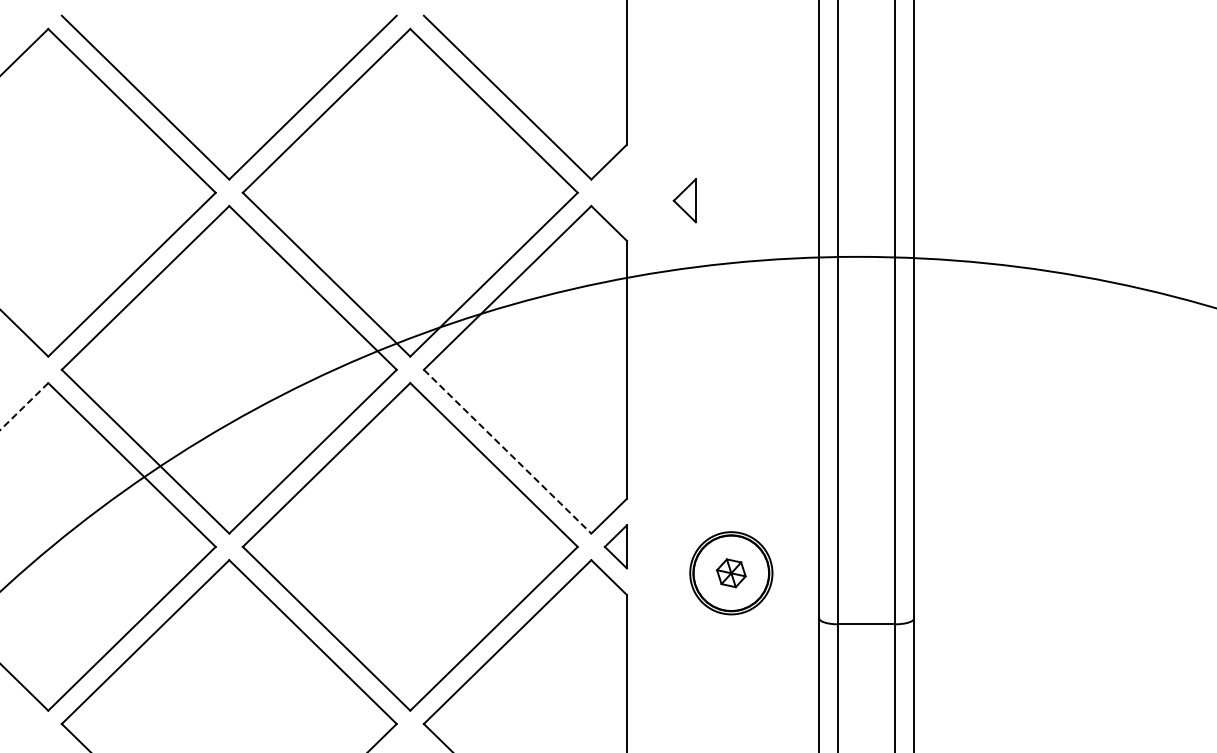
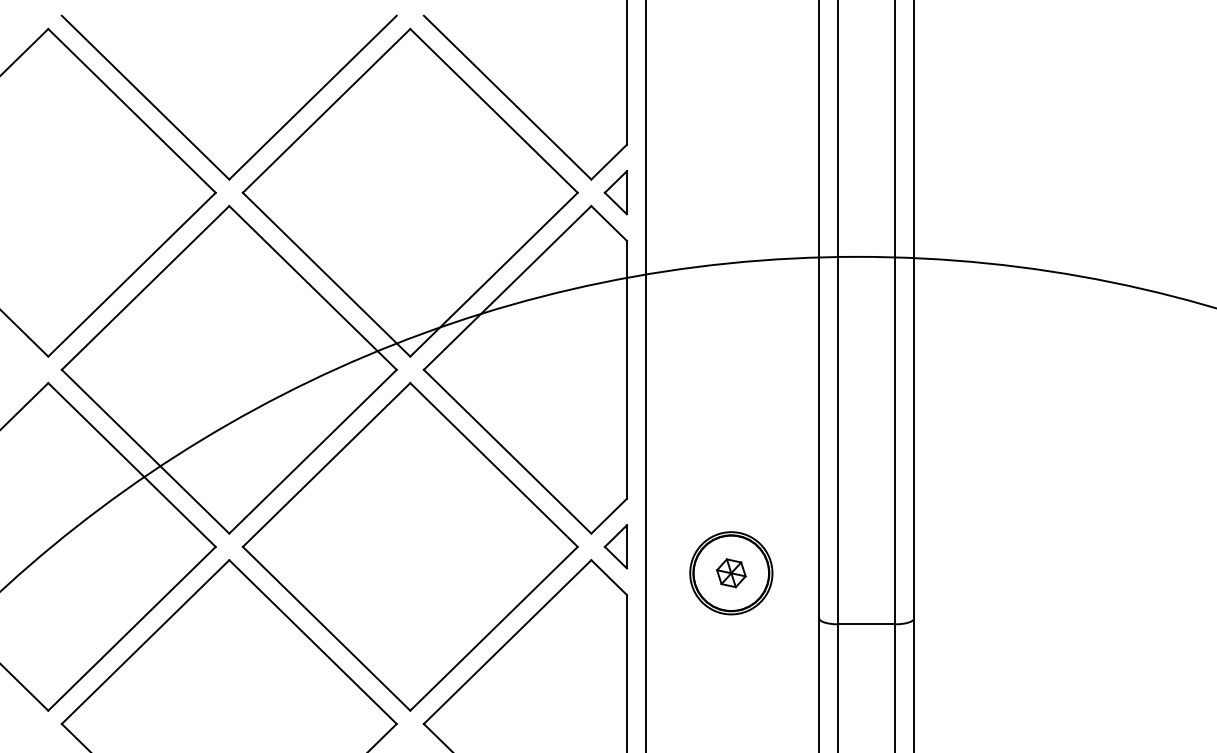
part at (684, 200) position: (684, 200) -> (615, 192)
line at (645, 375): none -> present
line at (24, 406): dashed -> solid
line at (507, 452): dashed -> solid
